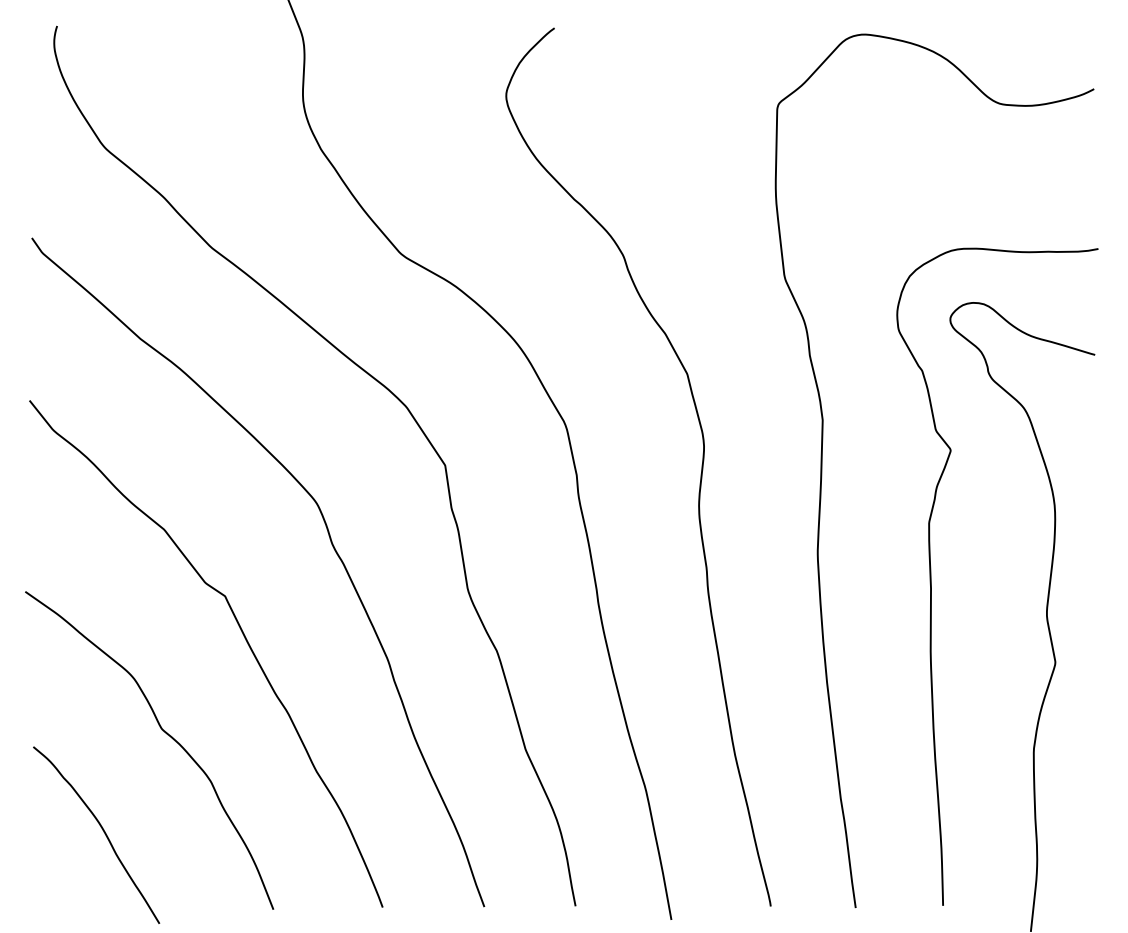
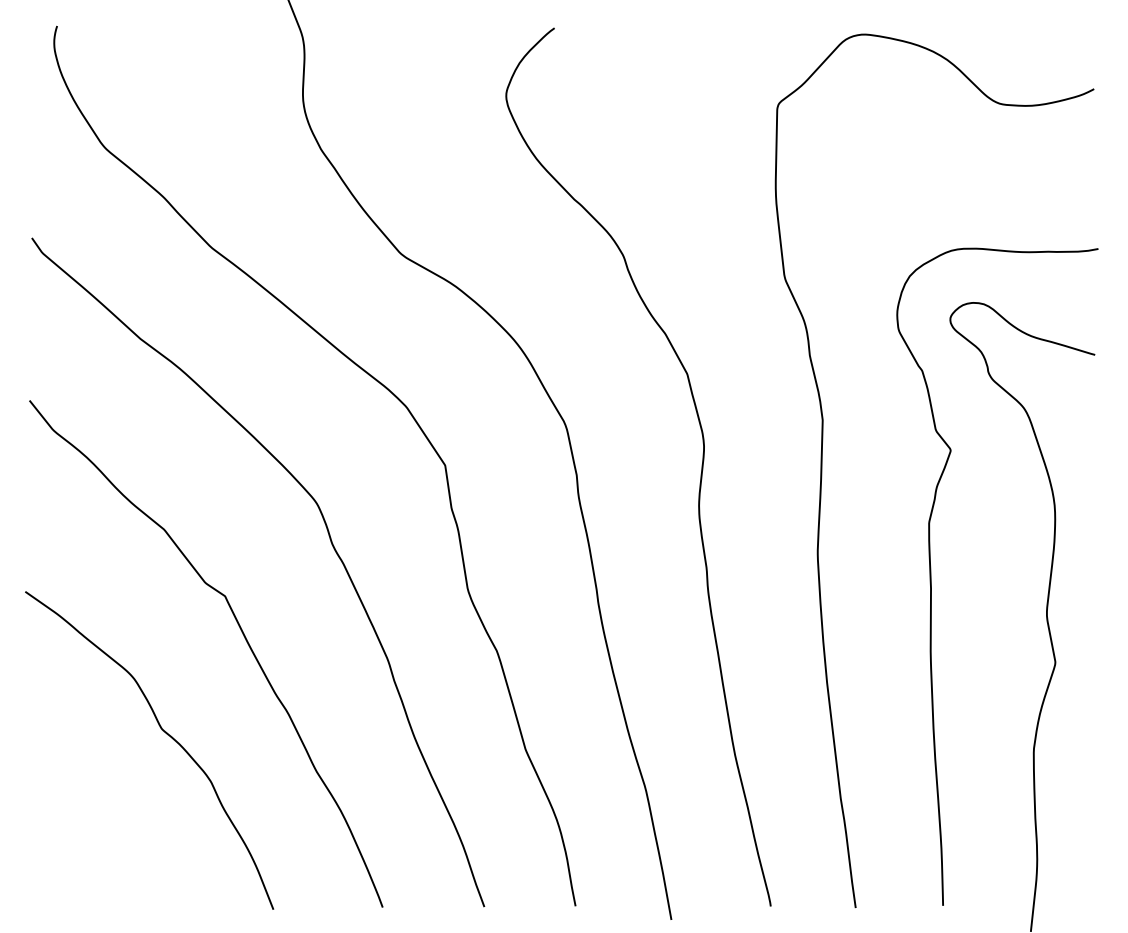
curve at (102, 830): present -> none
